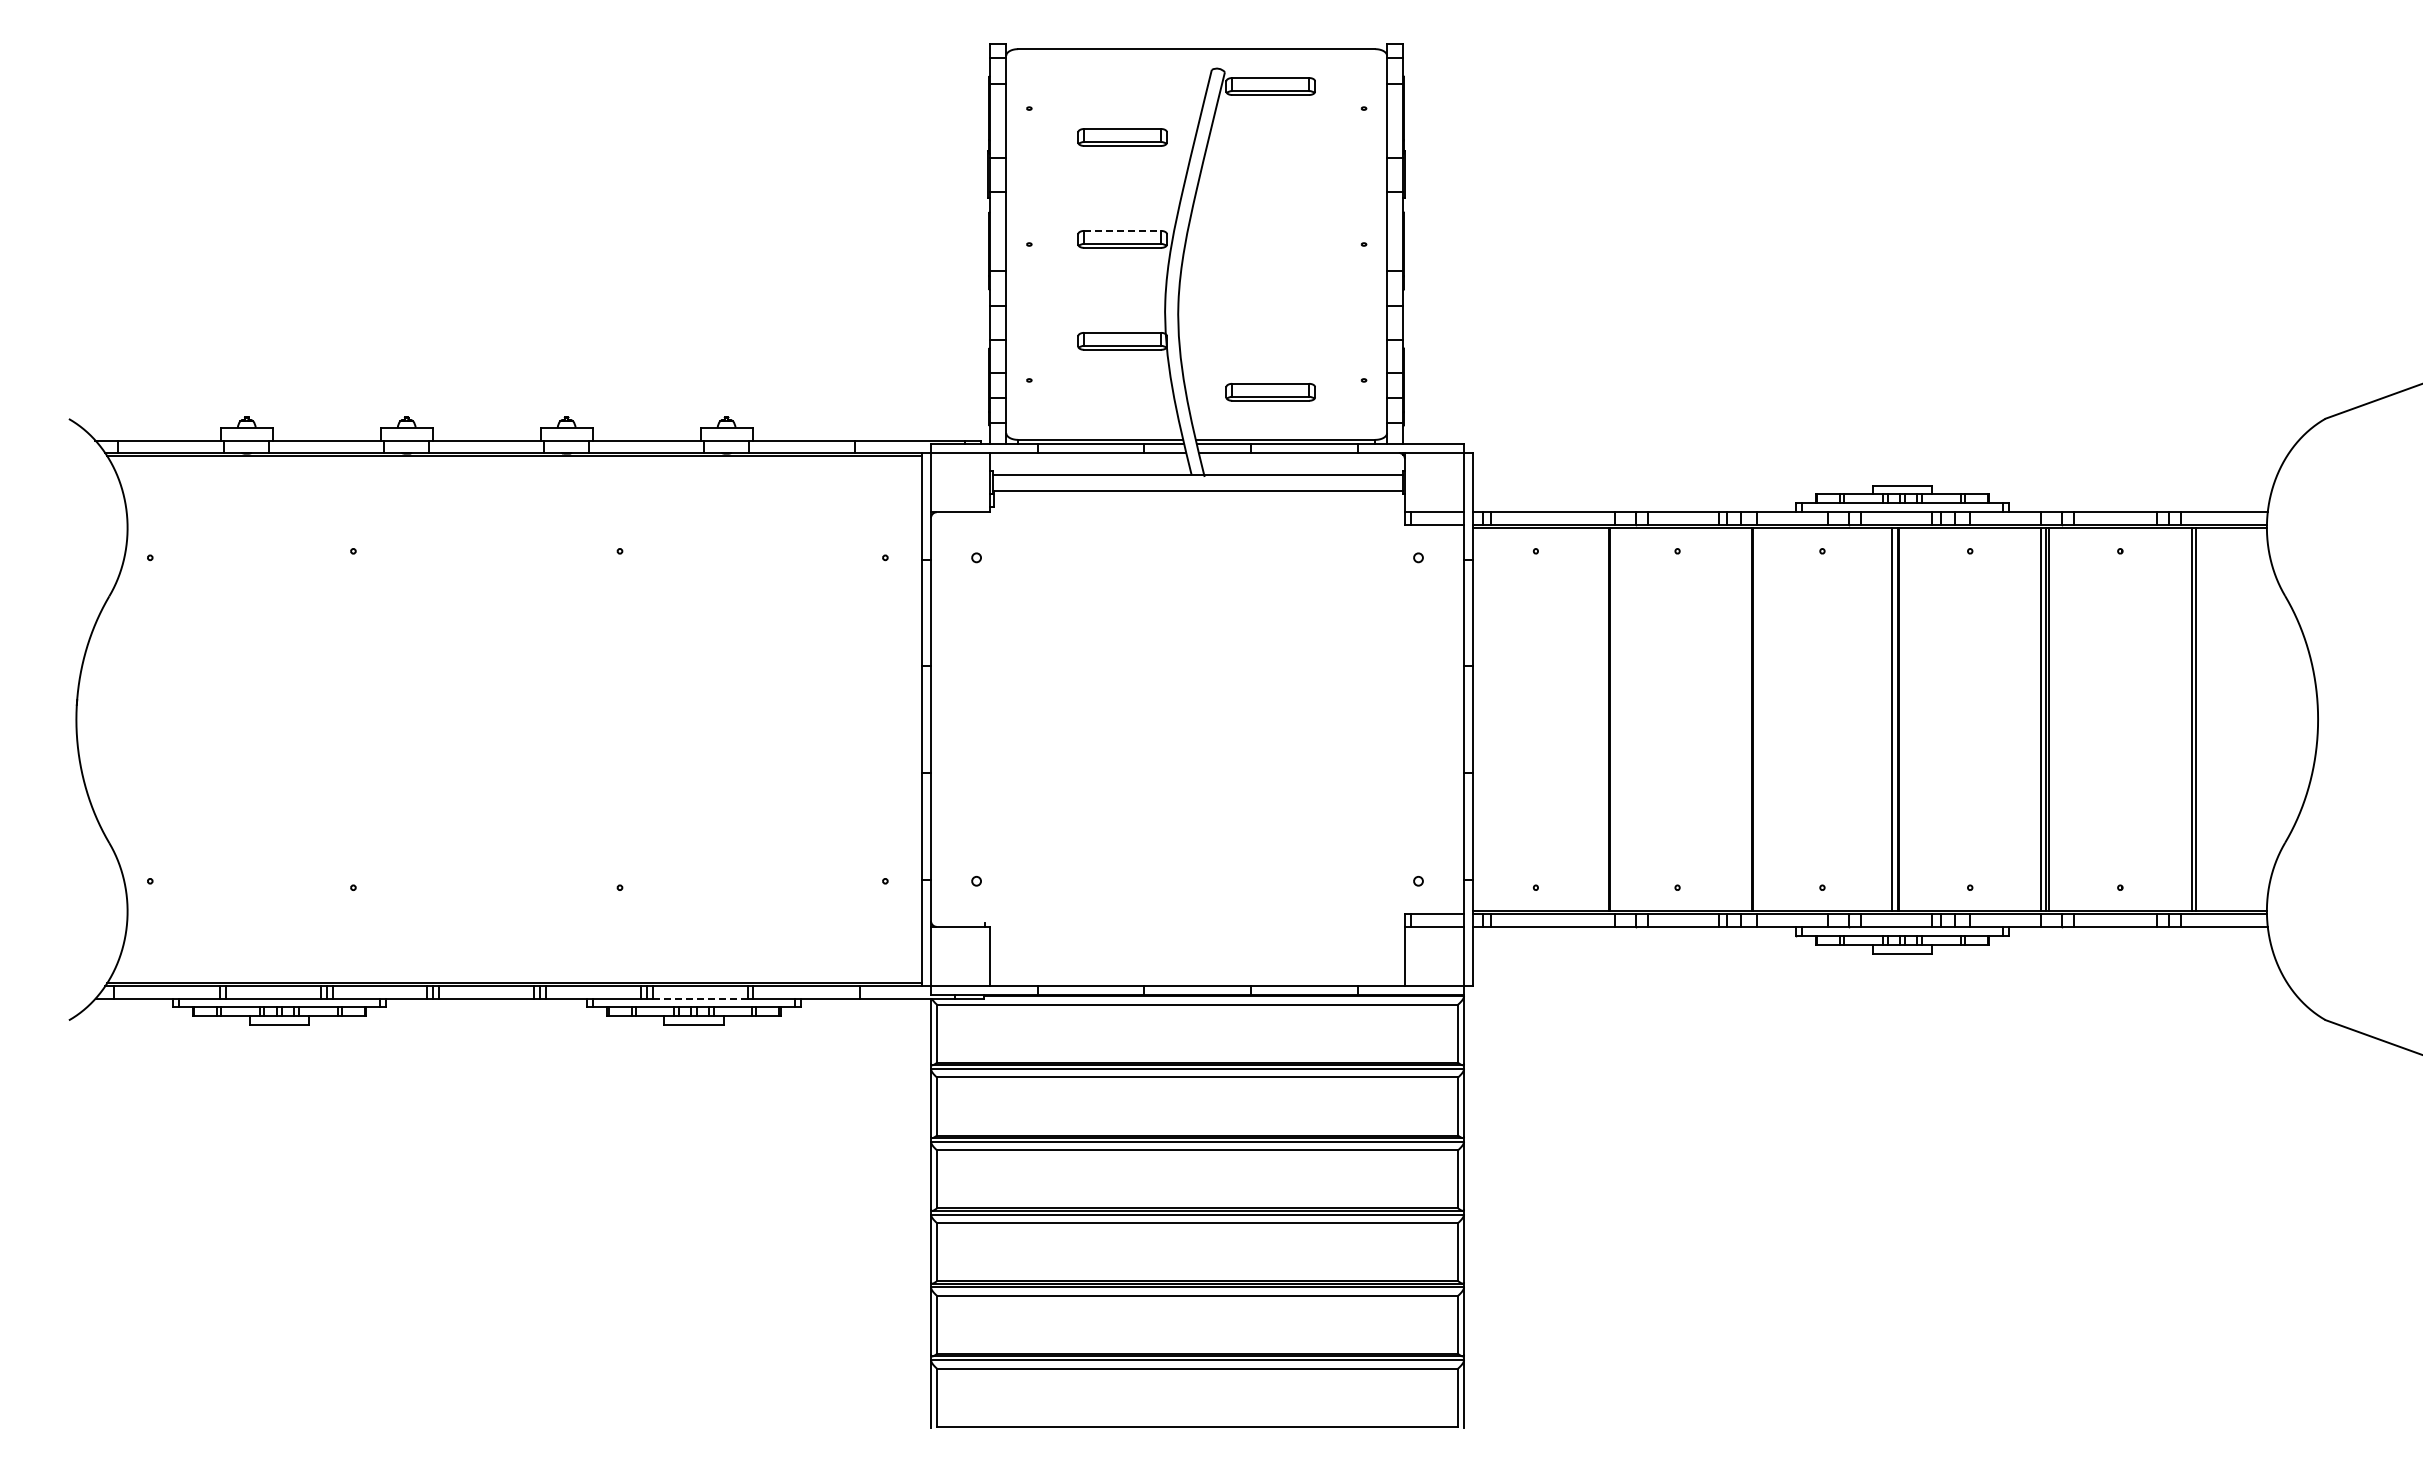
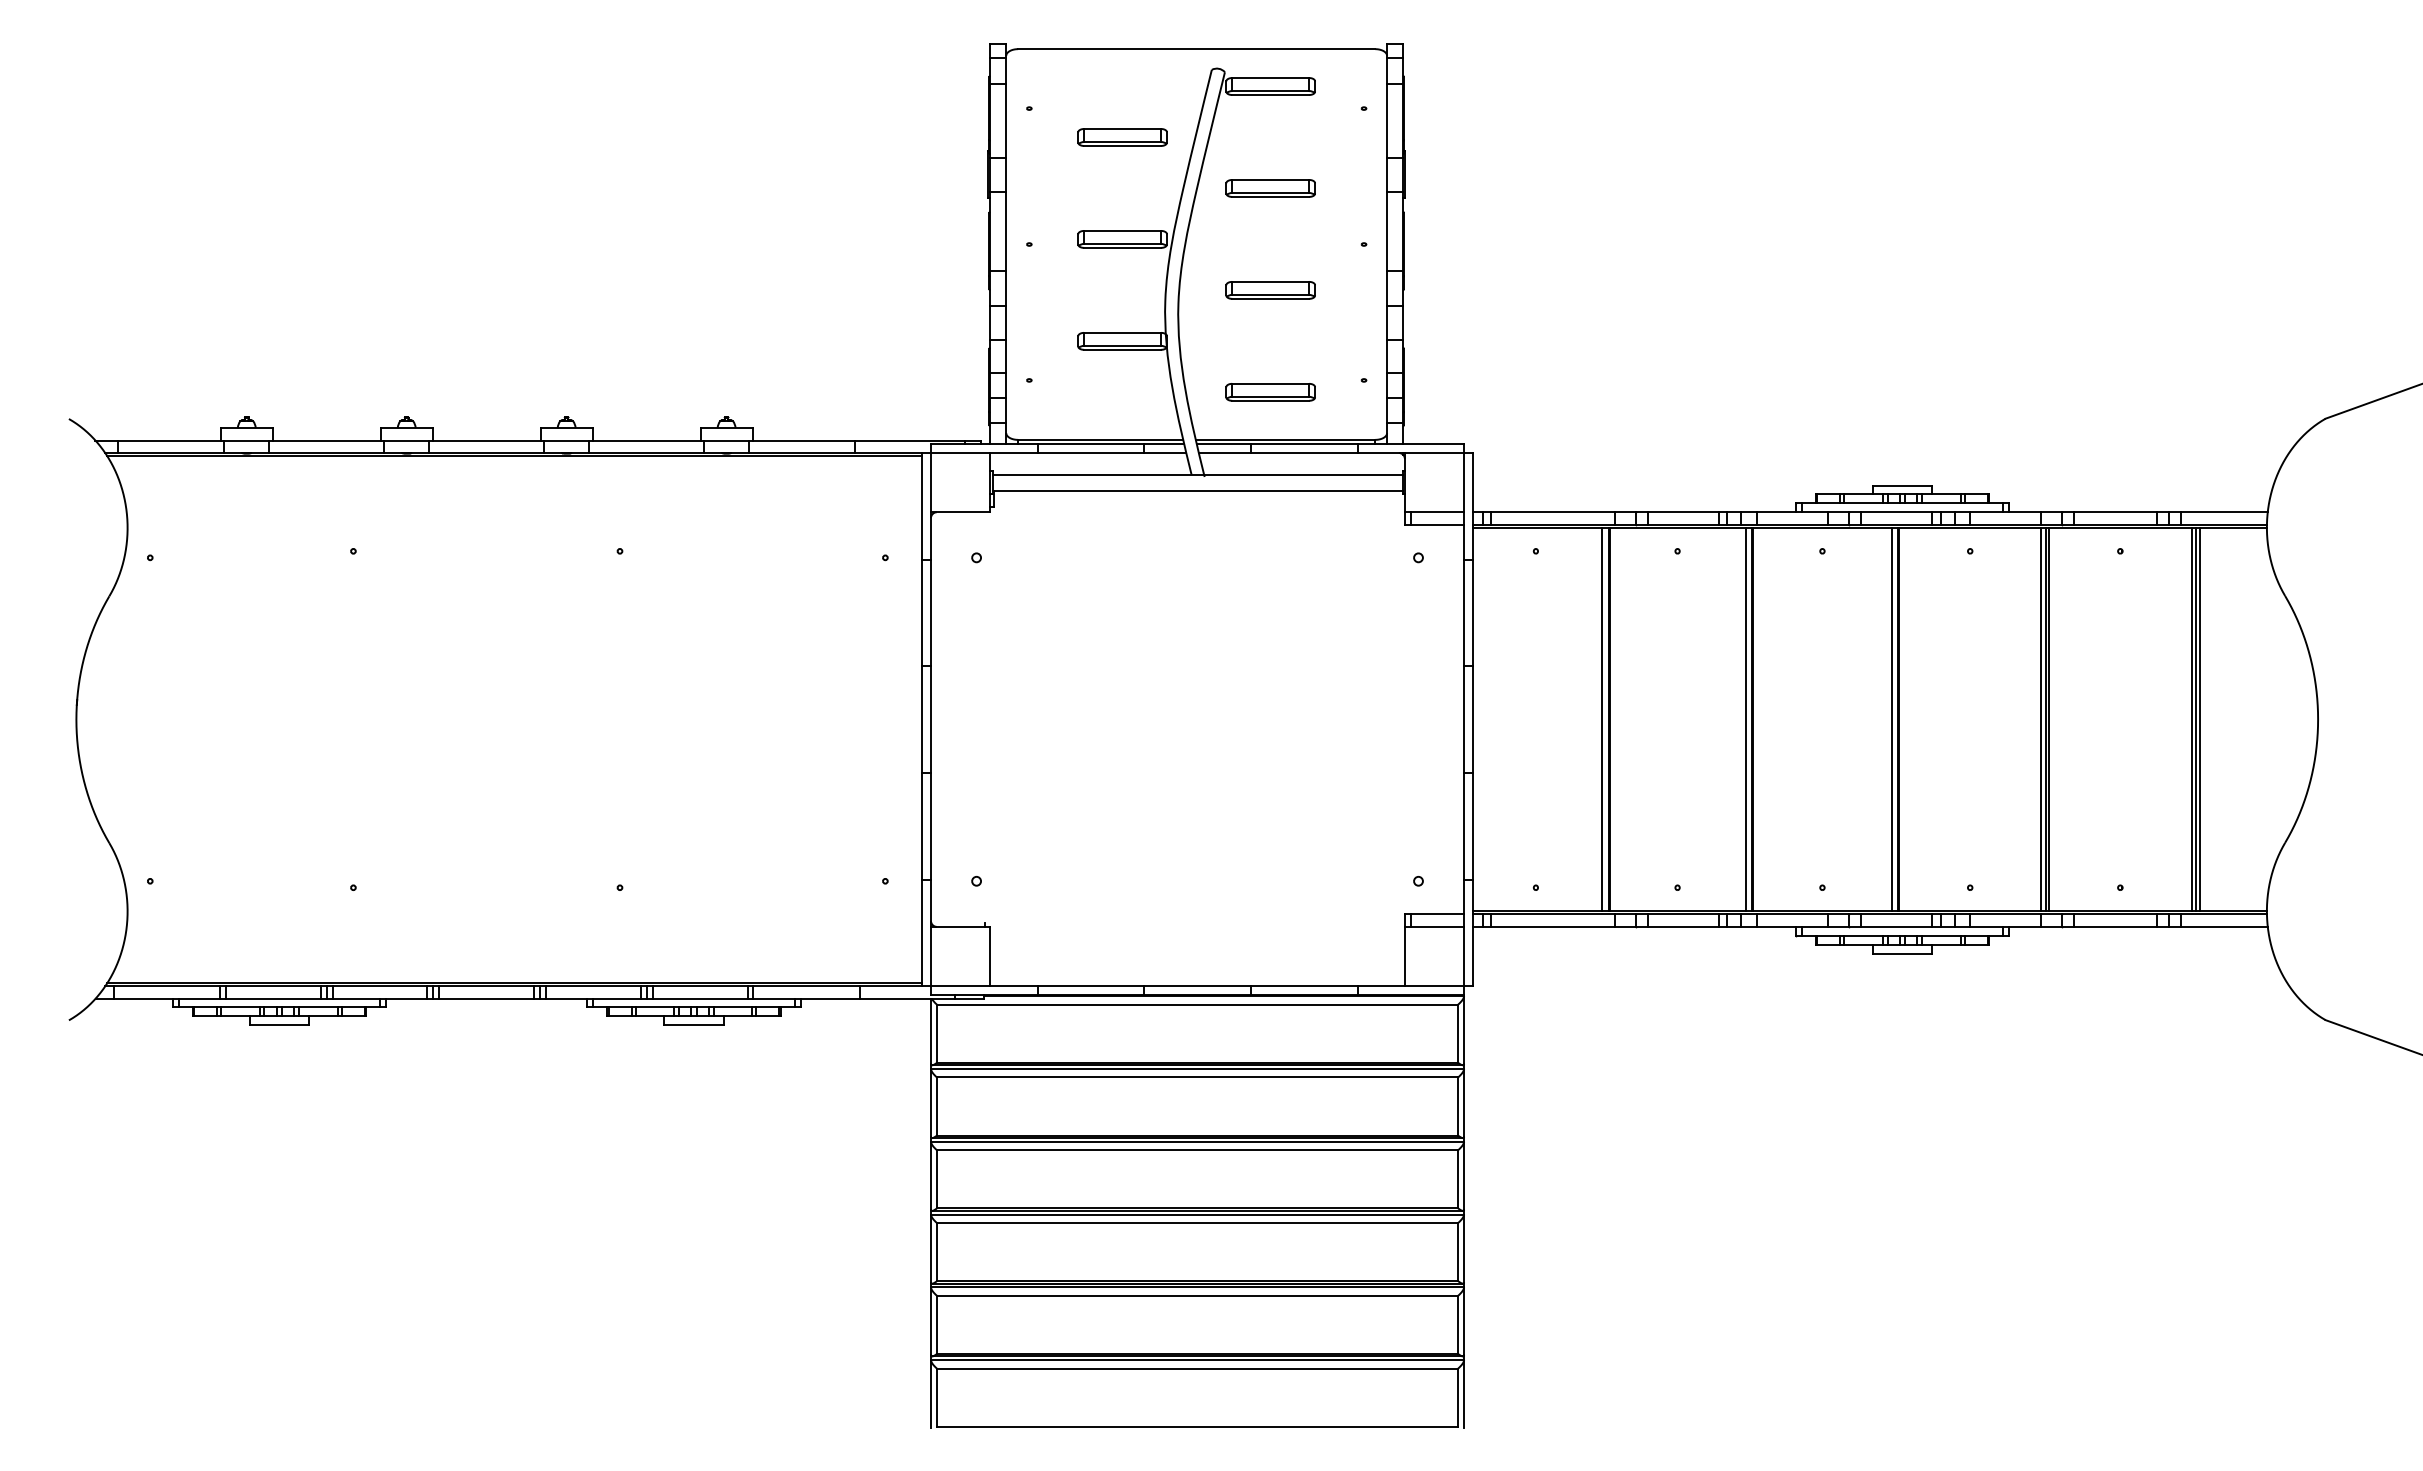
part at (1270, 188): none -> present
line at (1122, 230): dashed -> solid
part at (1270, 290): none -> present
line at (1602, 719): none -> present
line at (1745, 719): none -> present
line at (2199, 719): none -> present
line at (700, 998): dashed -> solid
